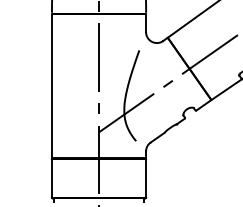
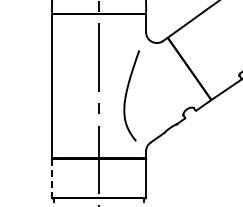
line at (168, 82): present -> none
line at (51, 178): solid -> dashed
